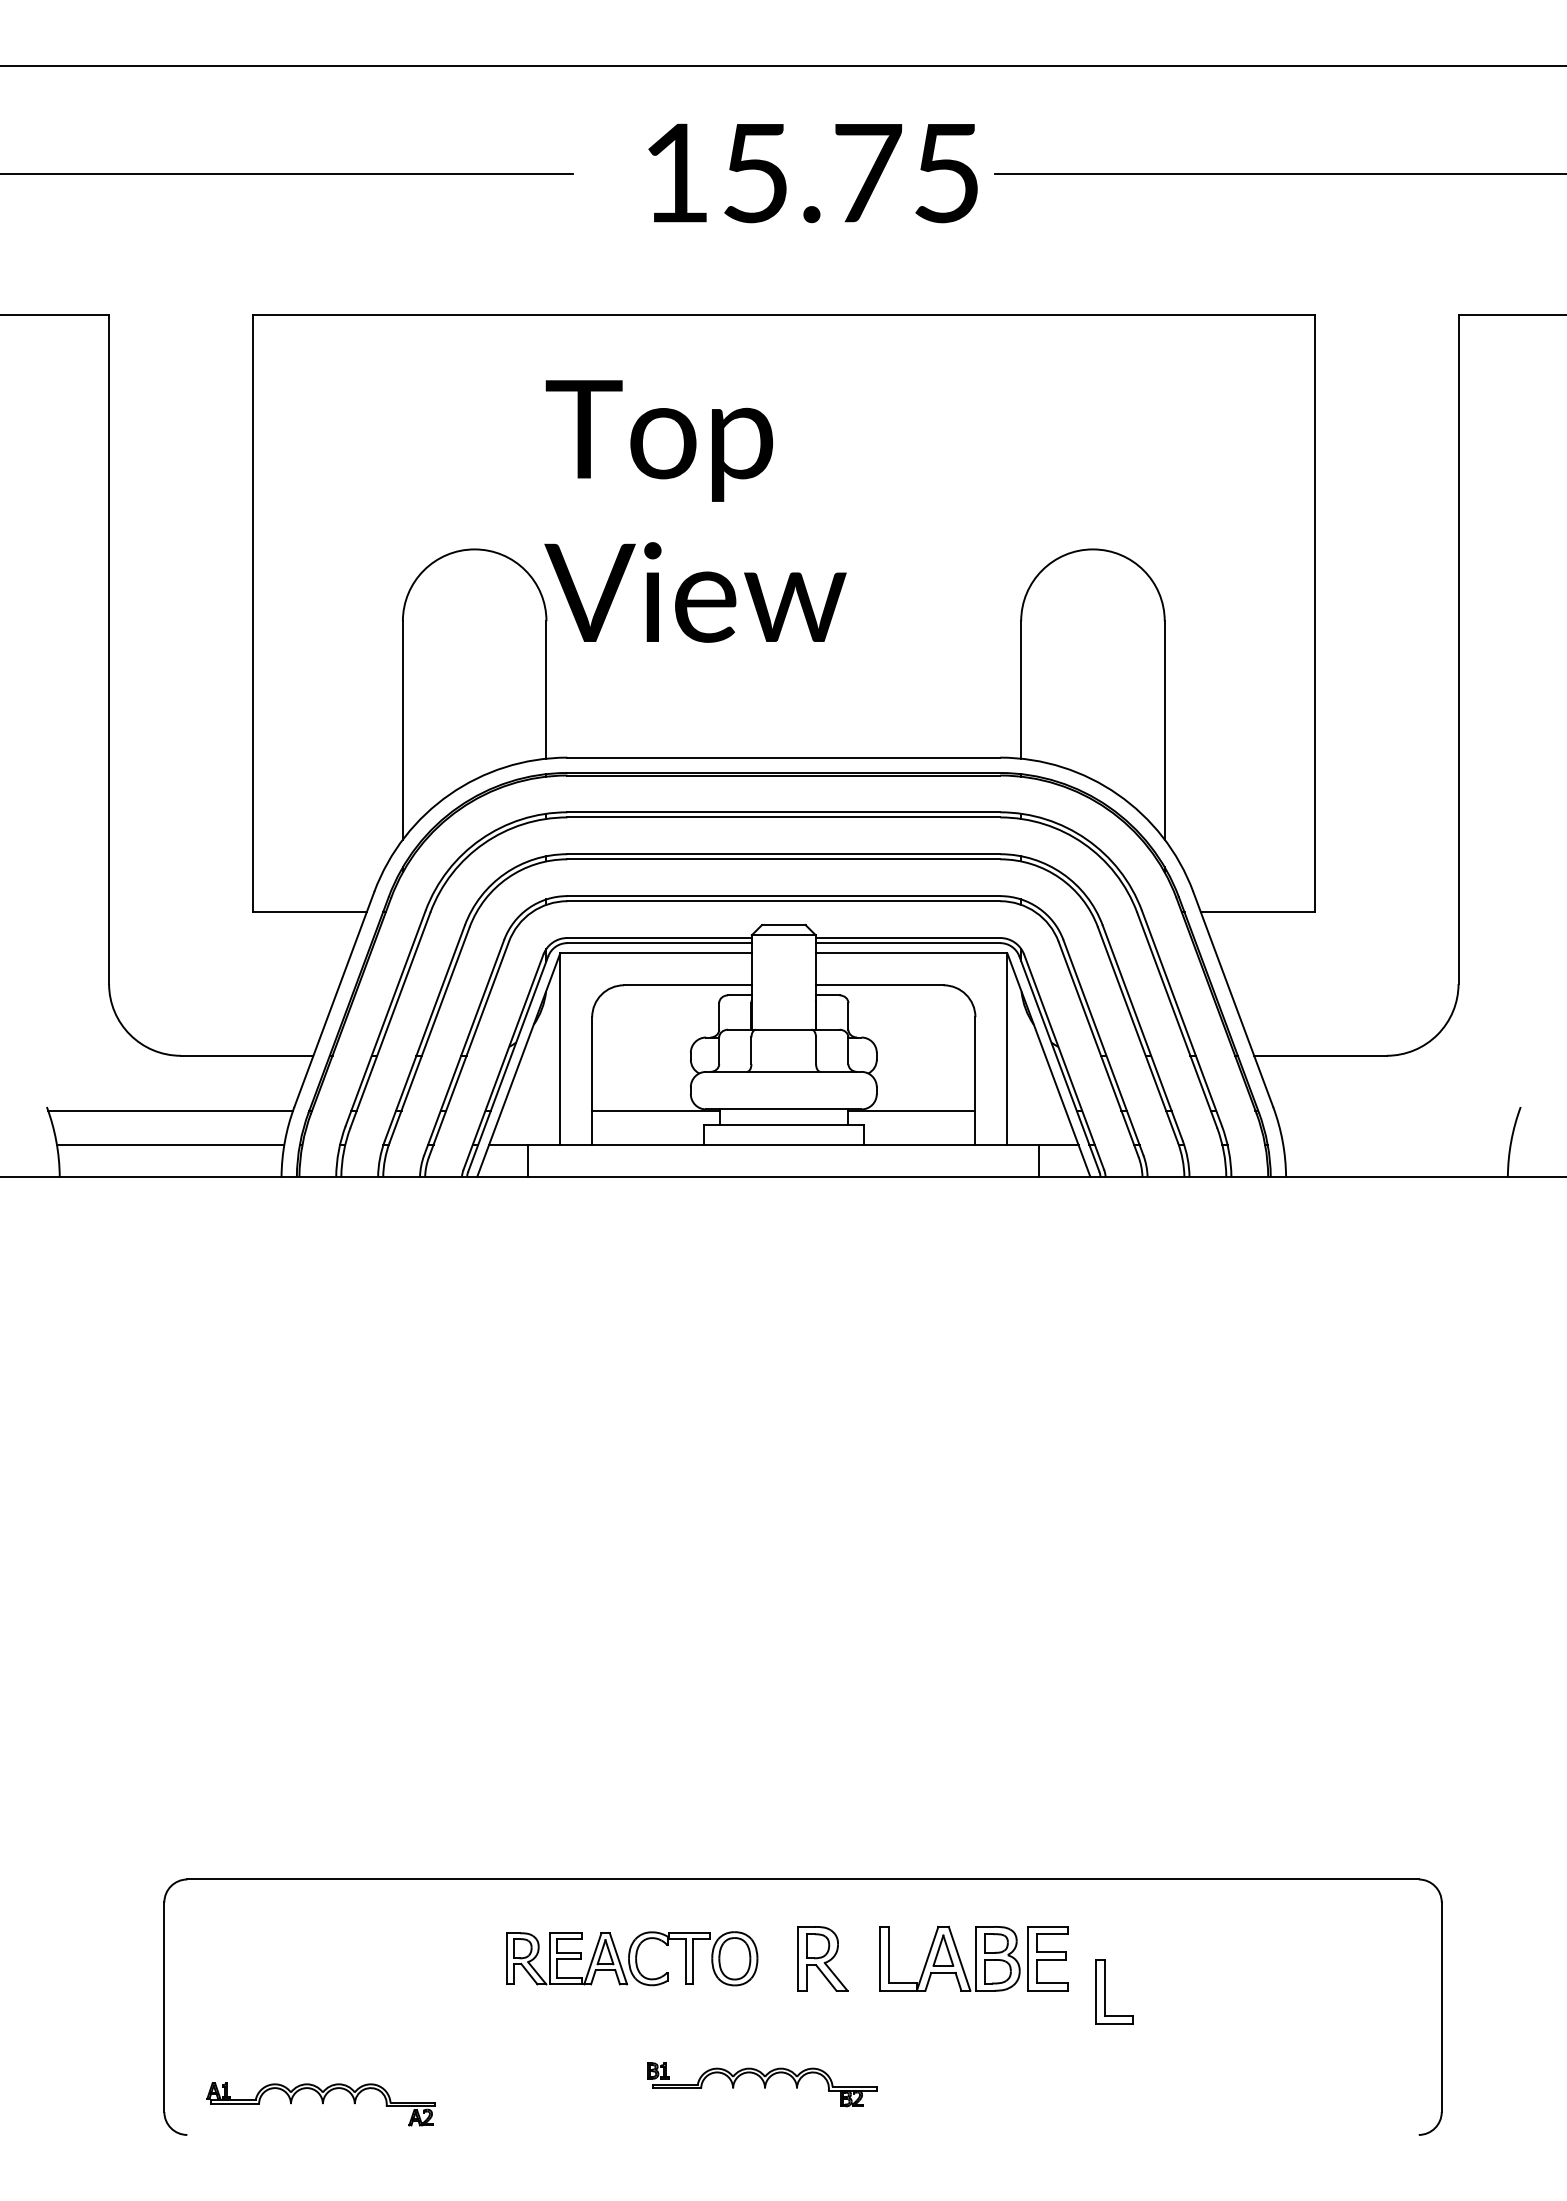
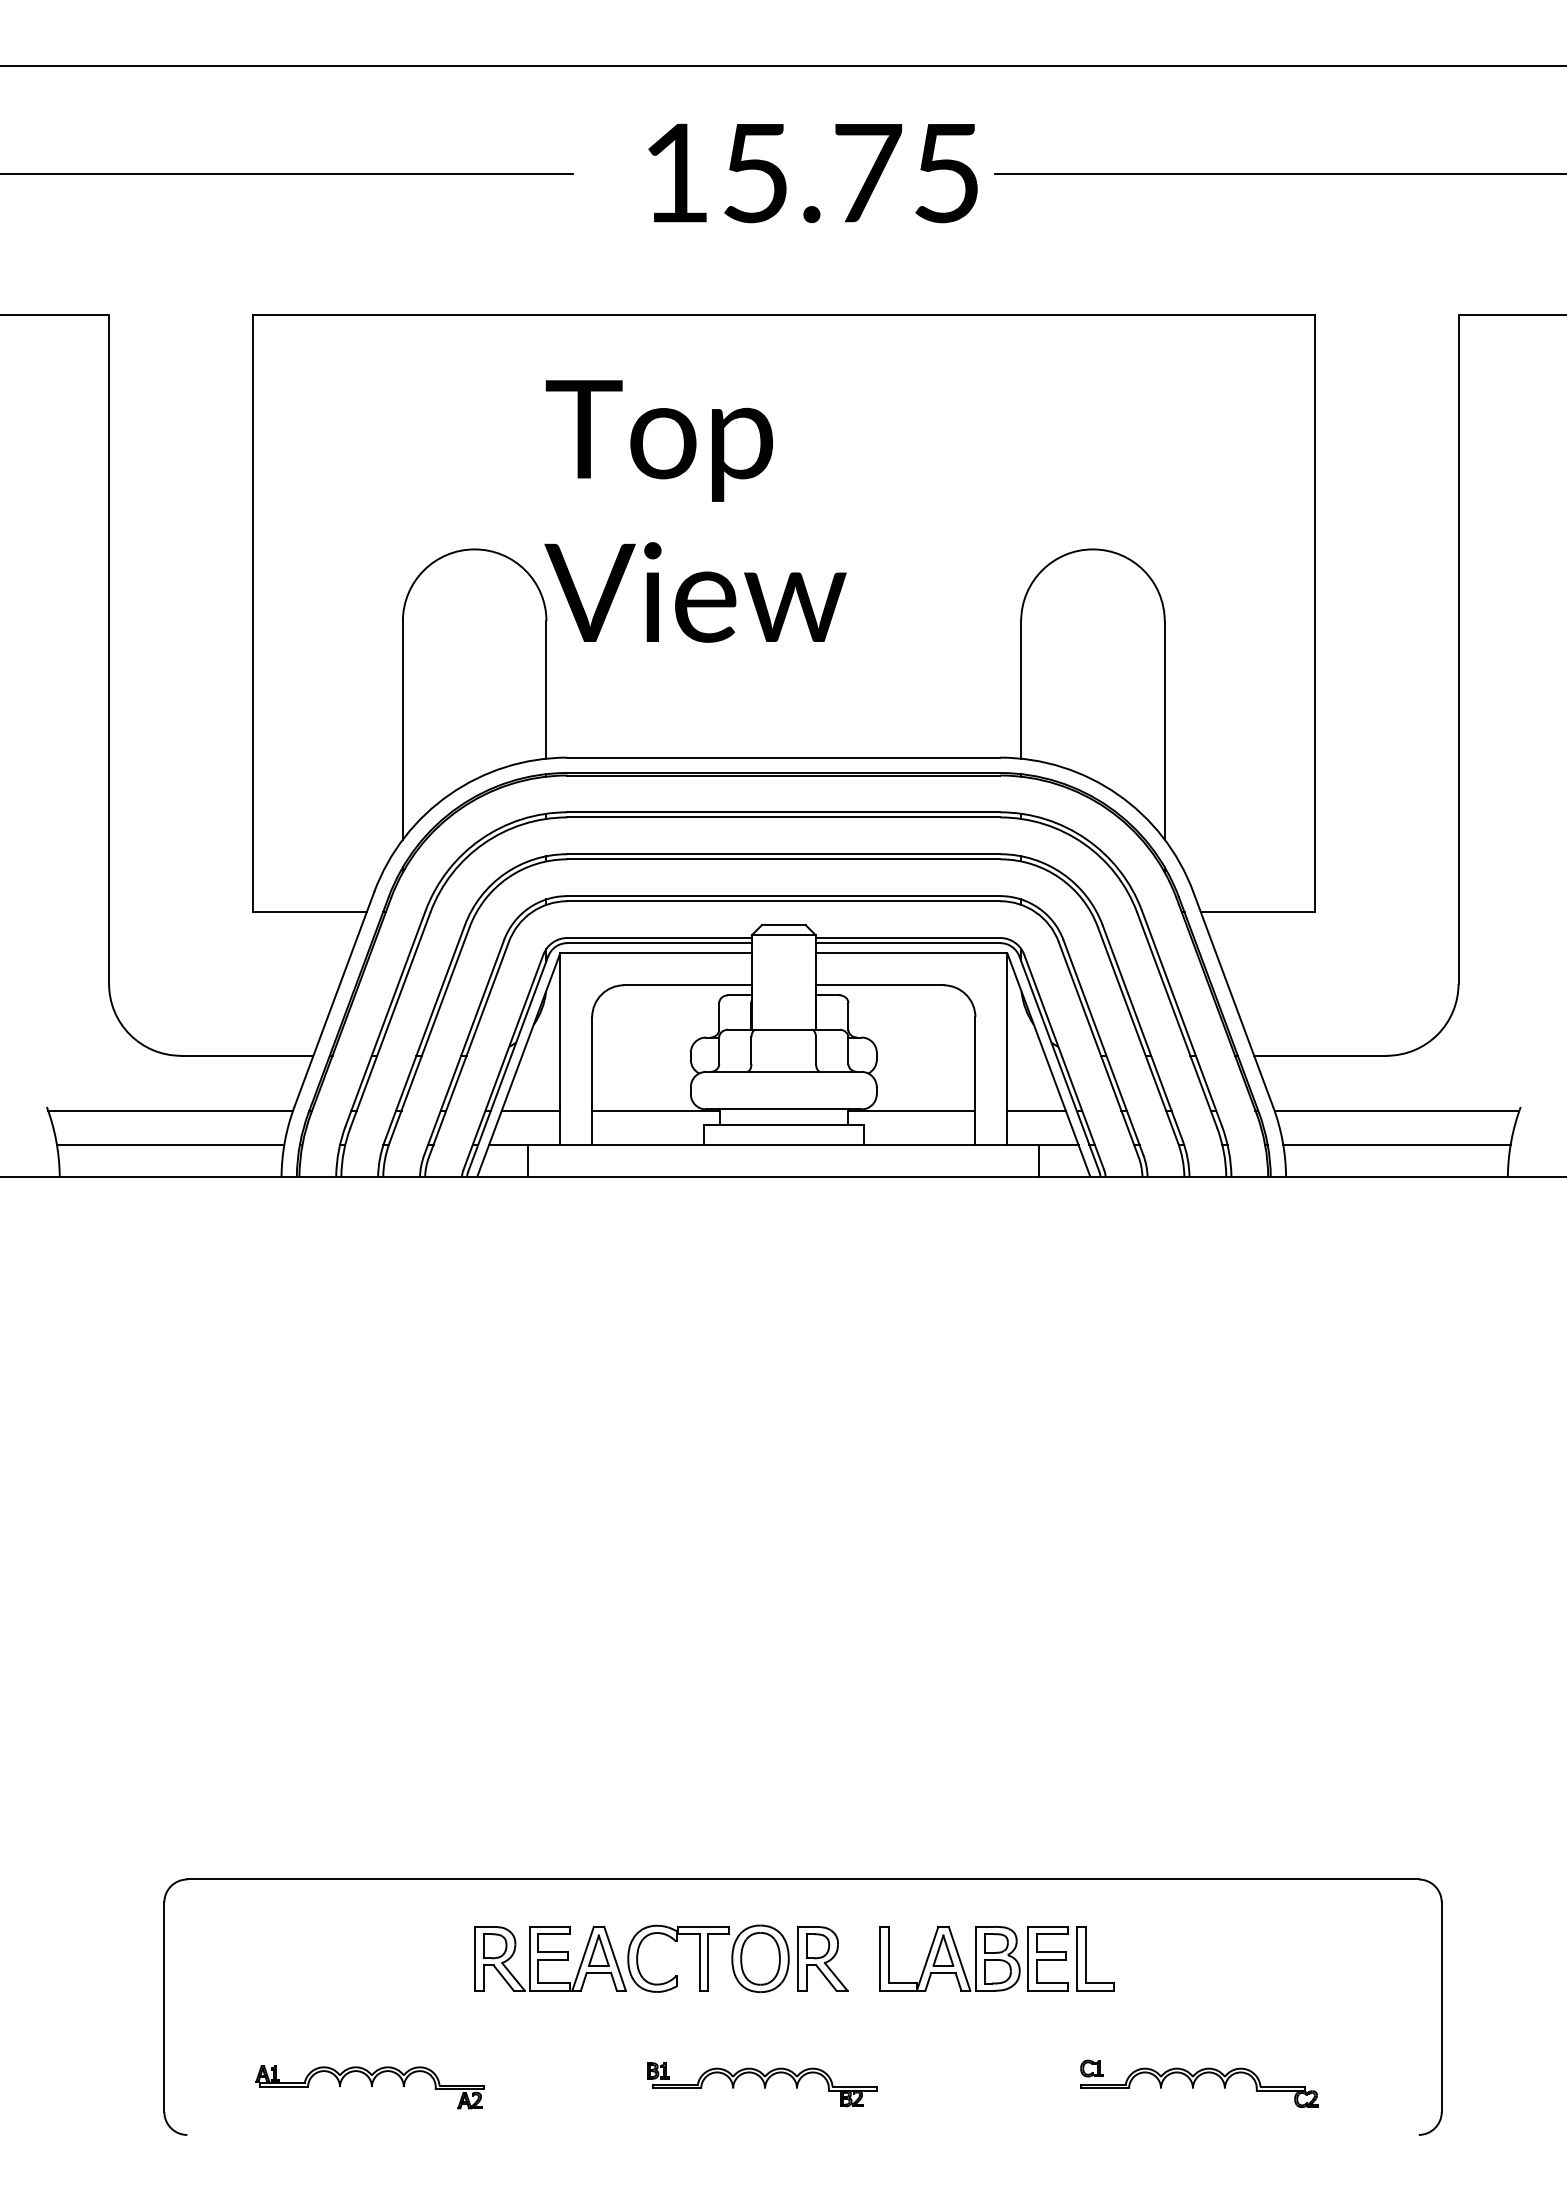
line at (530, 1110): none -> present
line at (1036, 1110): none -> present
line at (1396, 1110): none -> present
line at (1396, 1144): none -> present
part at (632, 1958) size: 253x56 px -> 316x69 px
part at (1105, 1991) position: (1105, 1991) -> (1086, 1958)
part at (1199, 2083): none -> present
part at (320, 2104) position: (320, 2104) -> (369, 2087)
